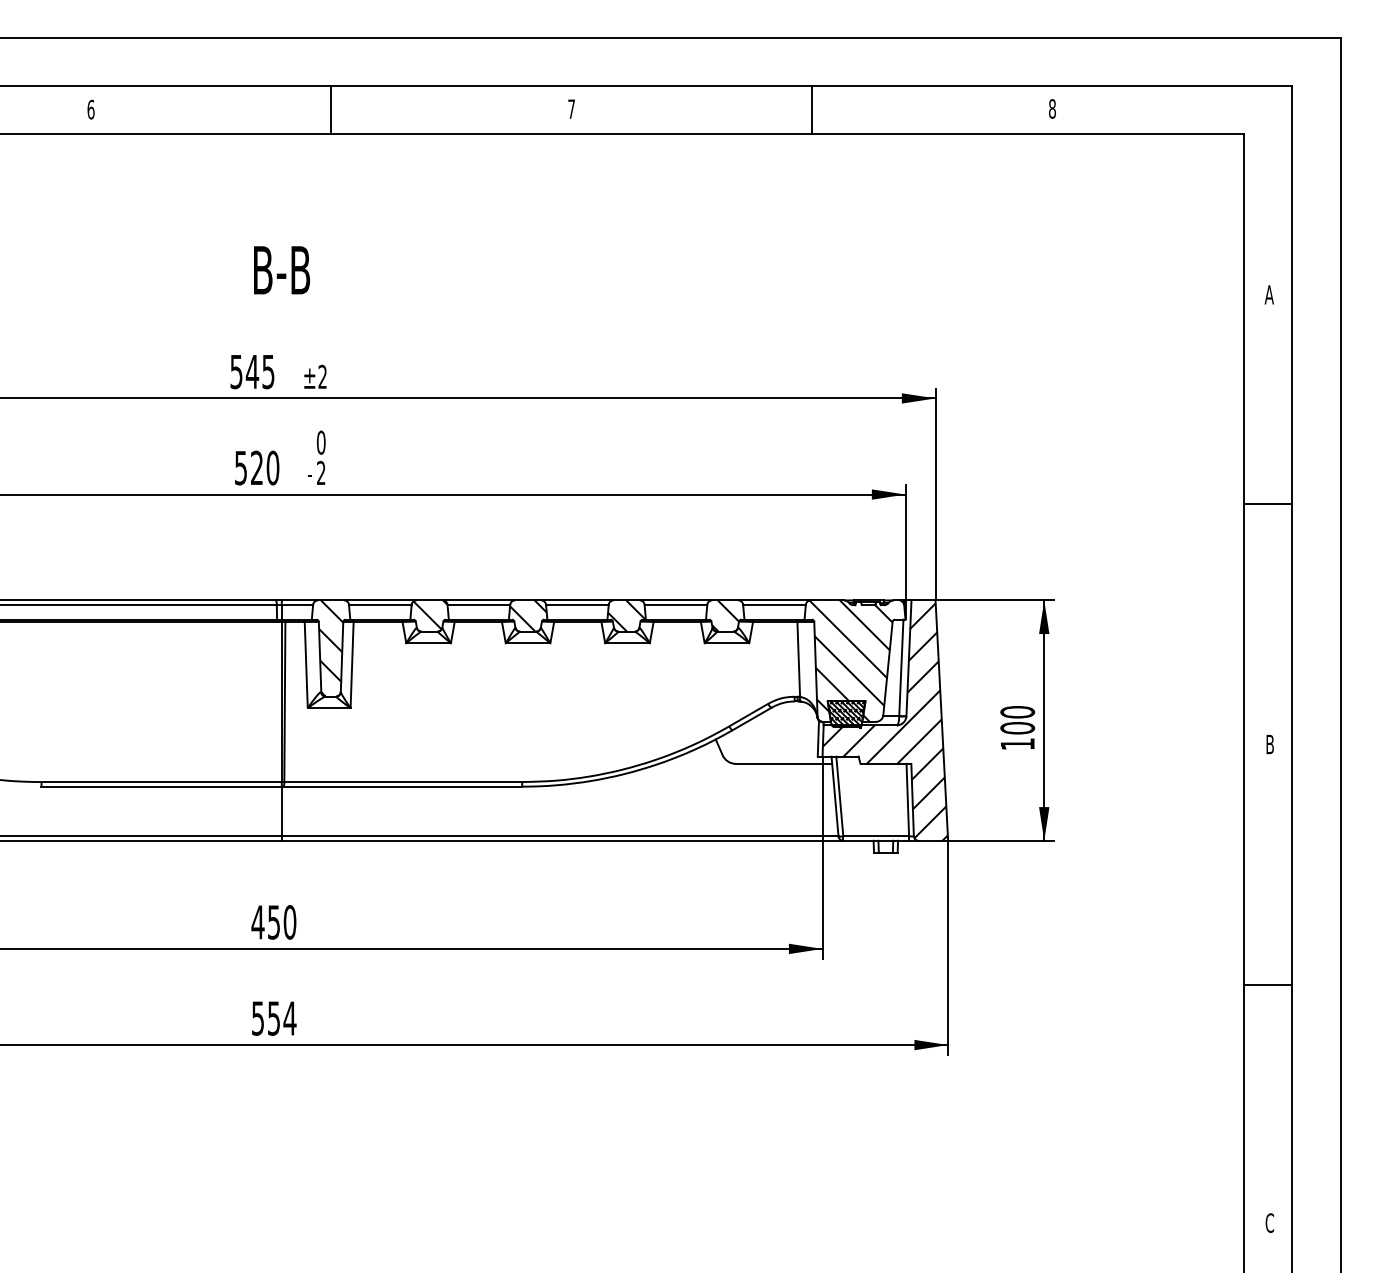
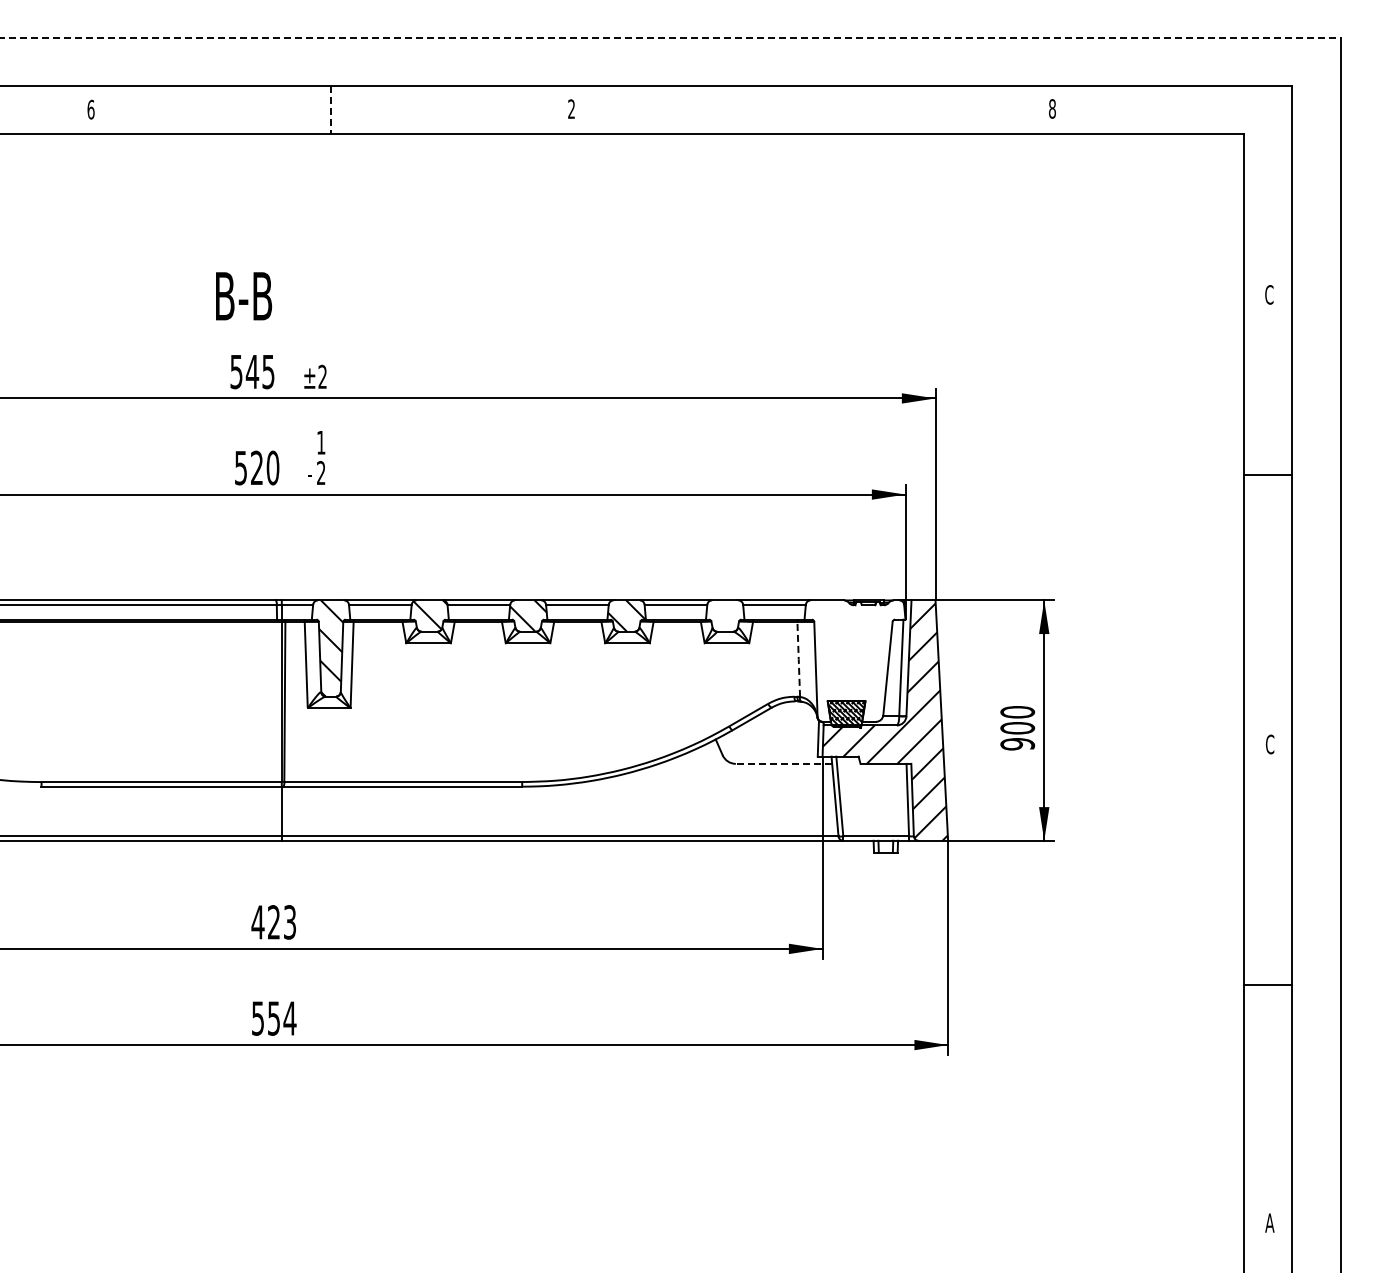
line at (670, 38): solid -> dashed
text at (571, 108): 7 -> 2
line at (331, 110): solid -> dashed
line at (811, 110): present -> none
text at (282, 270) position: (282, 270) -> (244, 296)
text at (1268, 294): A -> C
text at (320, 442): 0 -> 1
line at (1268, 504) position: (1268, 504) -> (1268, 475)
hatch at (722, 615): present -> none
line at (798, 659): solid -> dashed
hatch at (856, 660): present -> none
text at (1017, 744): 100 -> 900
text at (1269, 744): B -> C
line at (783, 763): solid -> dashed
text at (282, 922): 450 -> 423
text at (1269, 1222): C -> A
